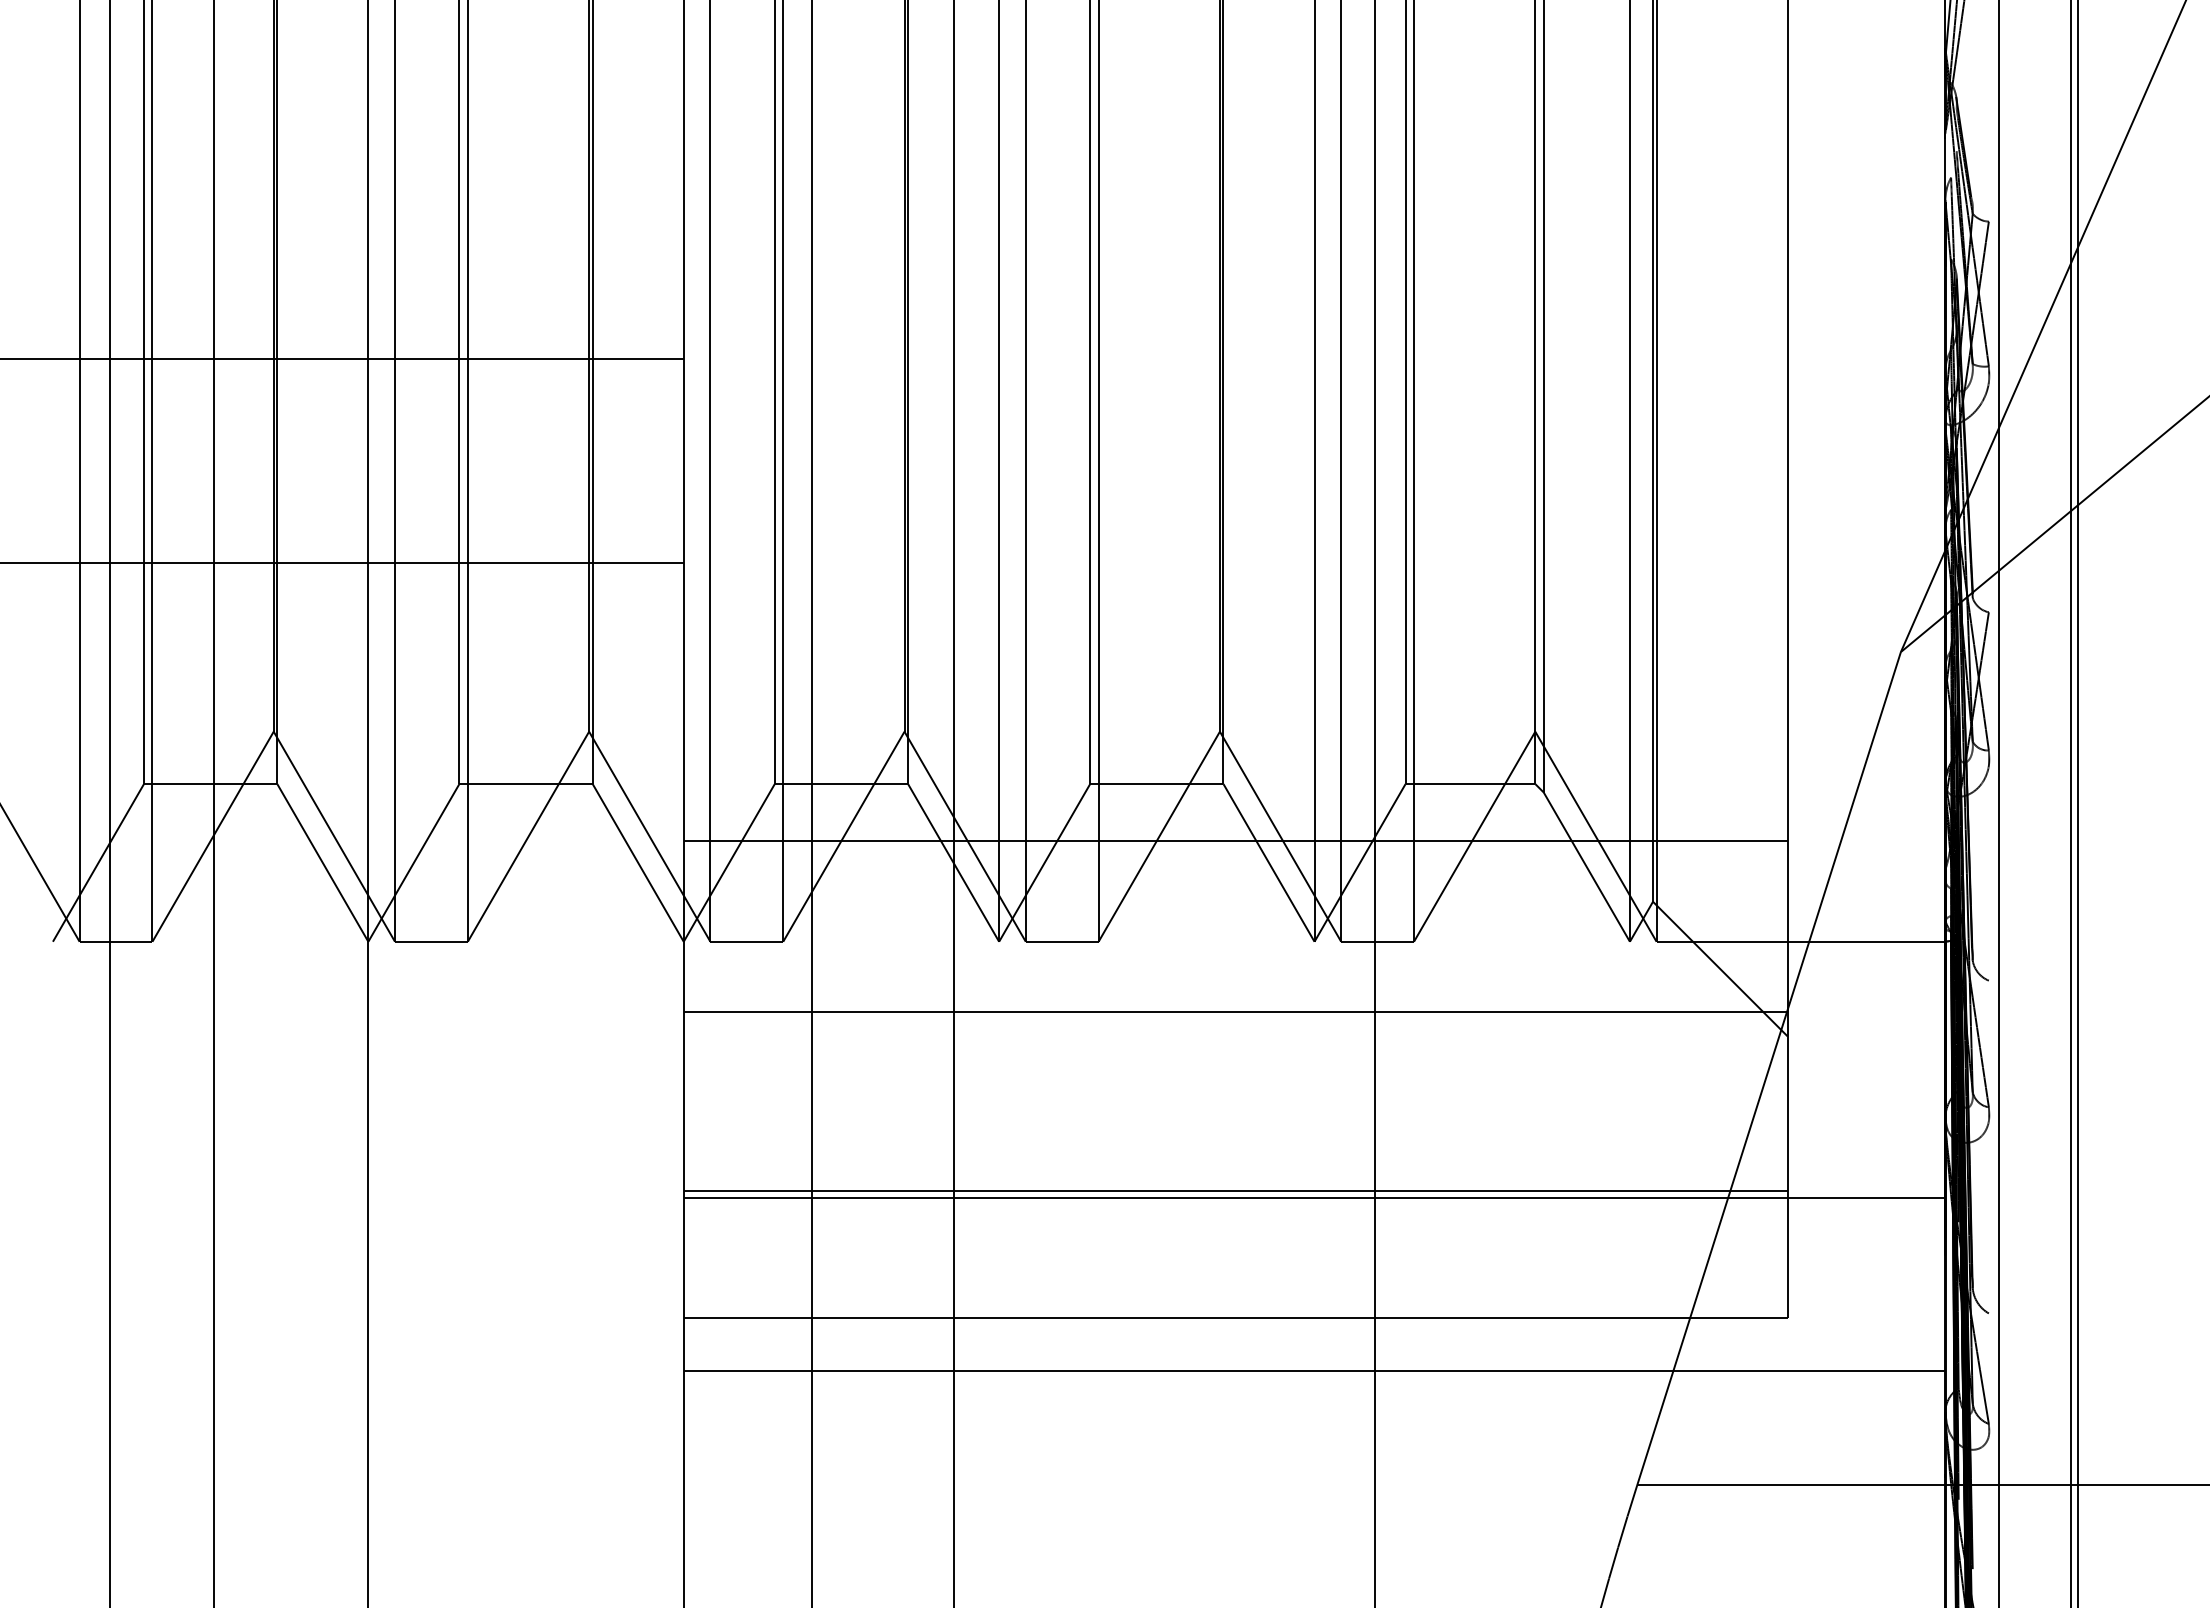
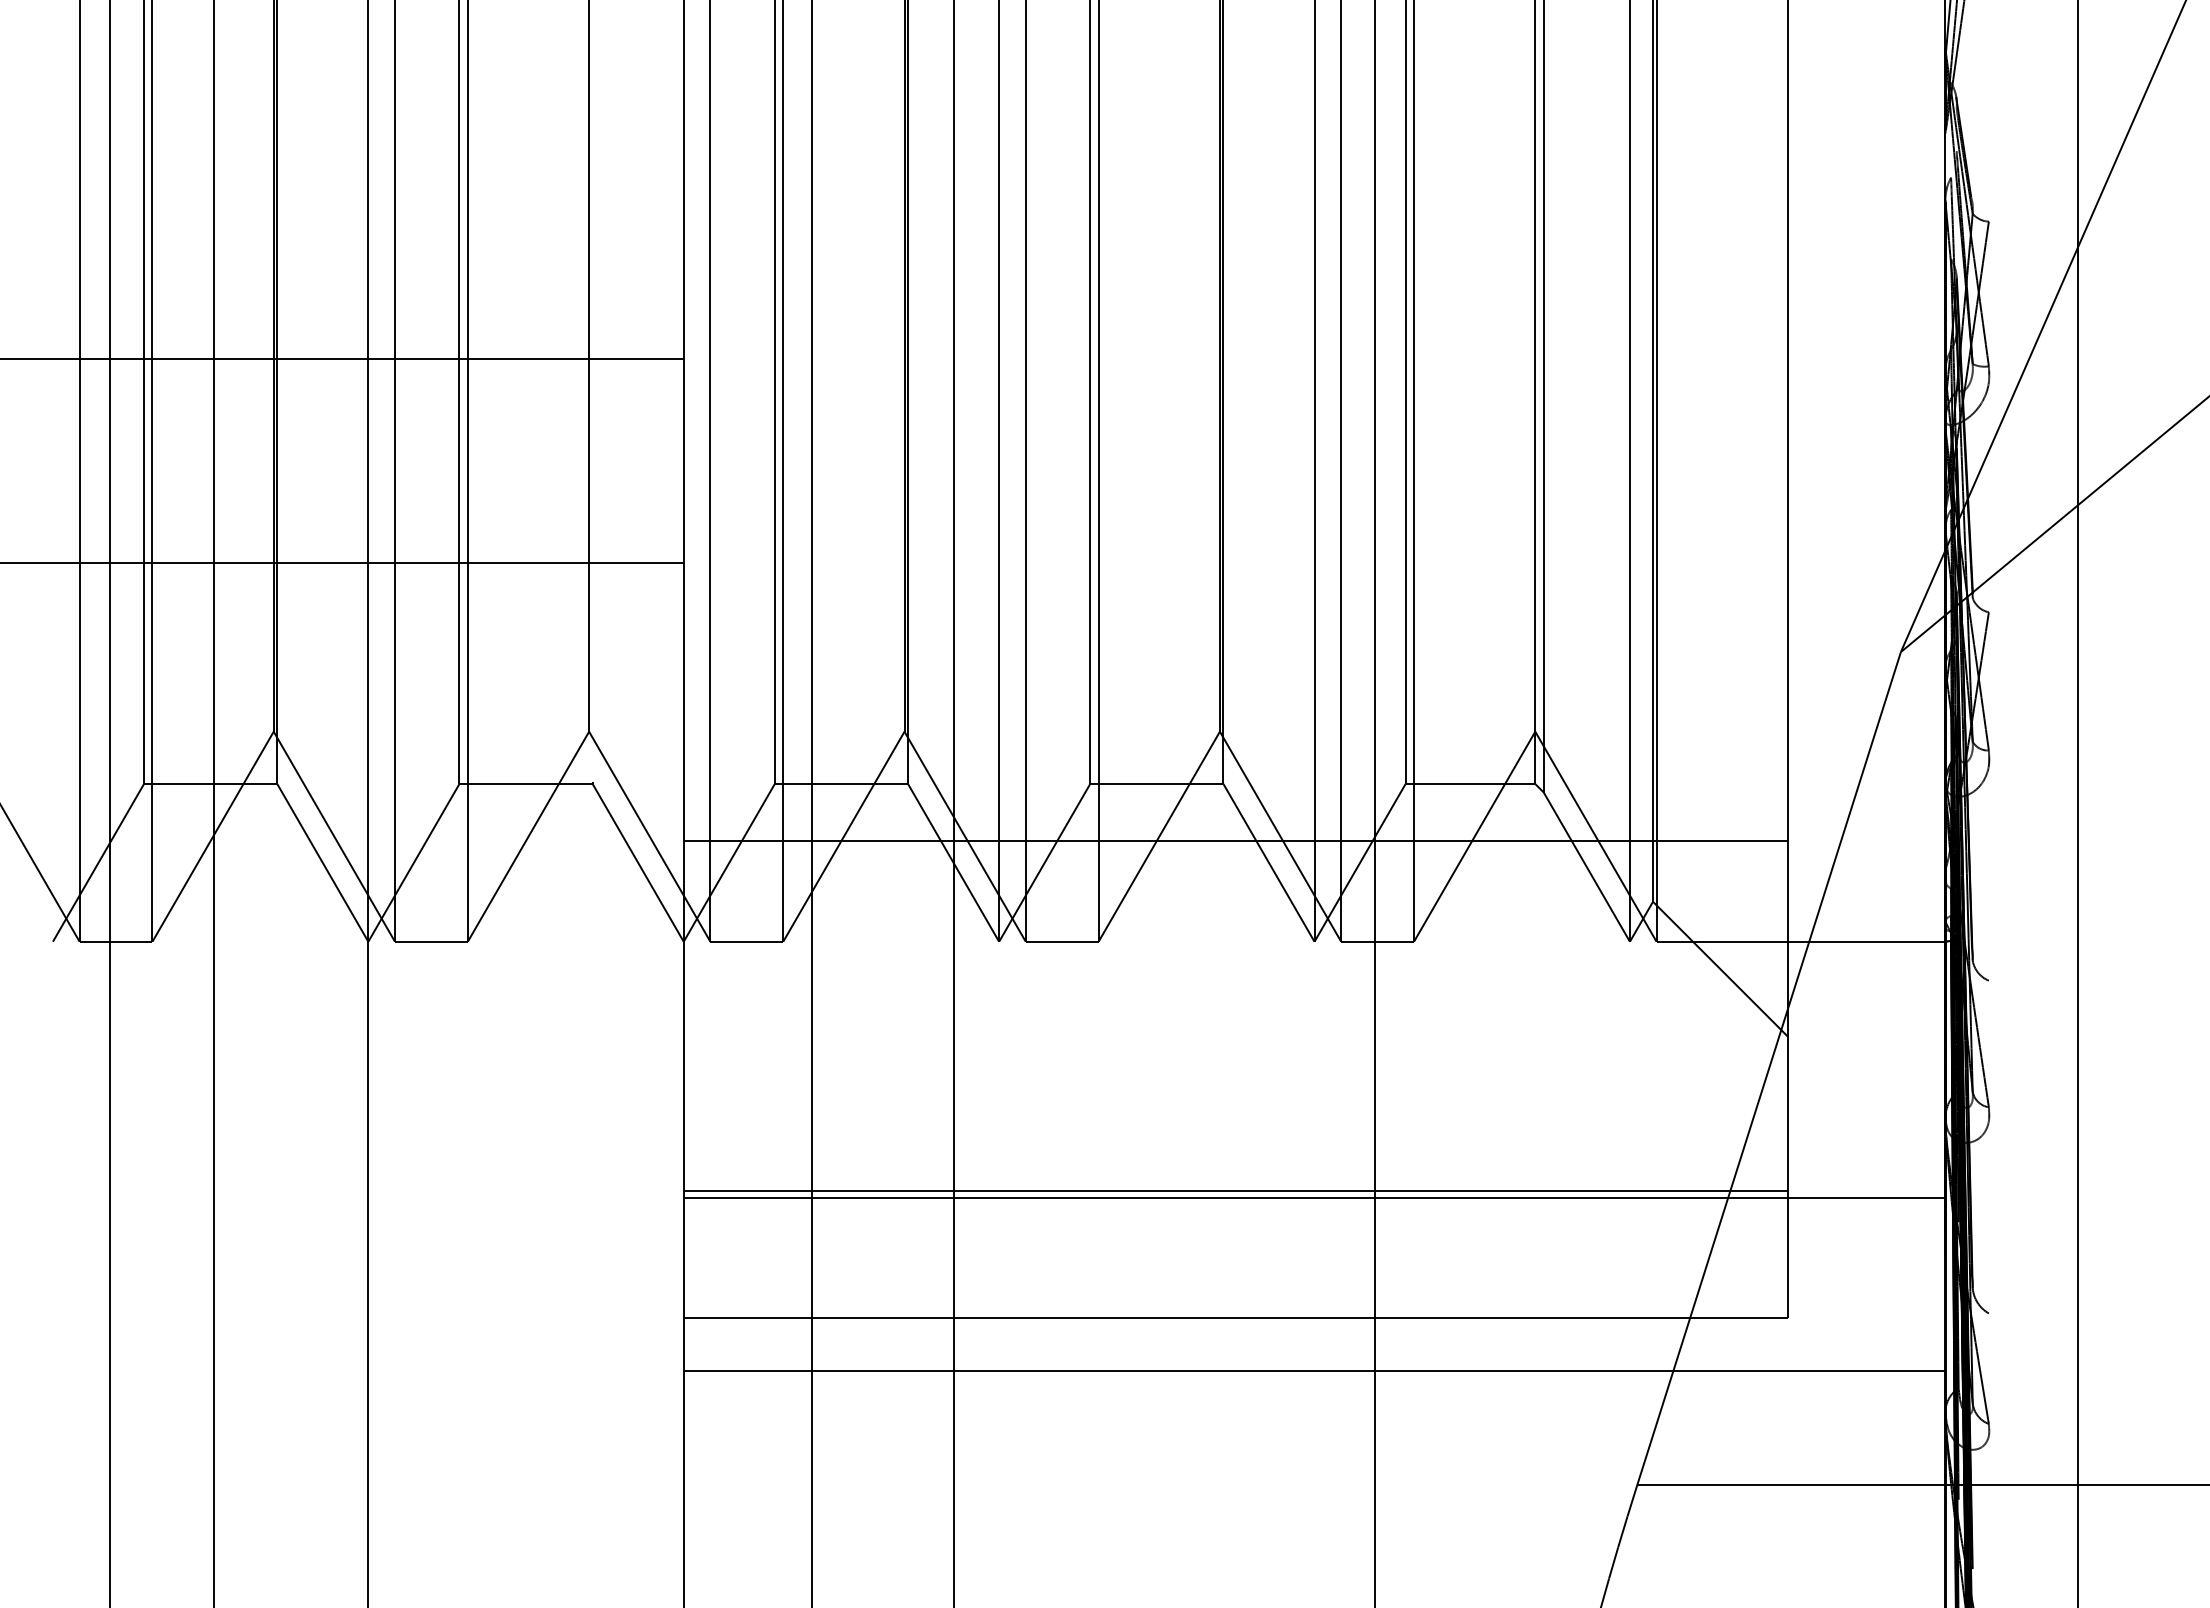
line at (592, 392): present -> none
line at (1999, 803): present -> none
line at (2071, 803): present -> none
line at (1235, 1012): present -> none
